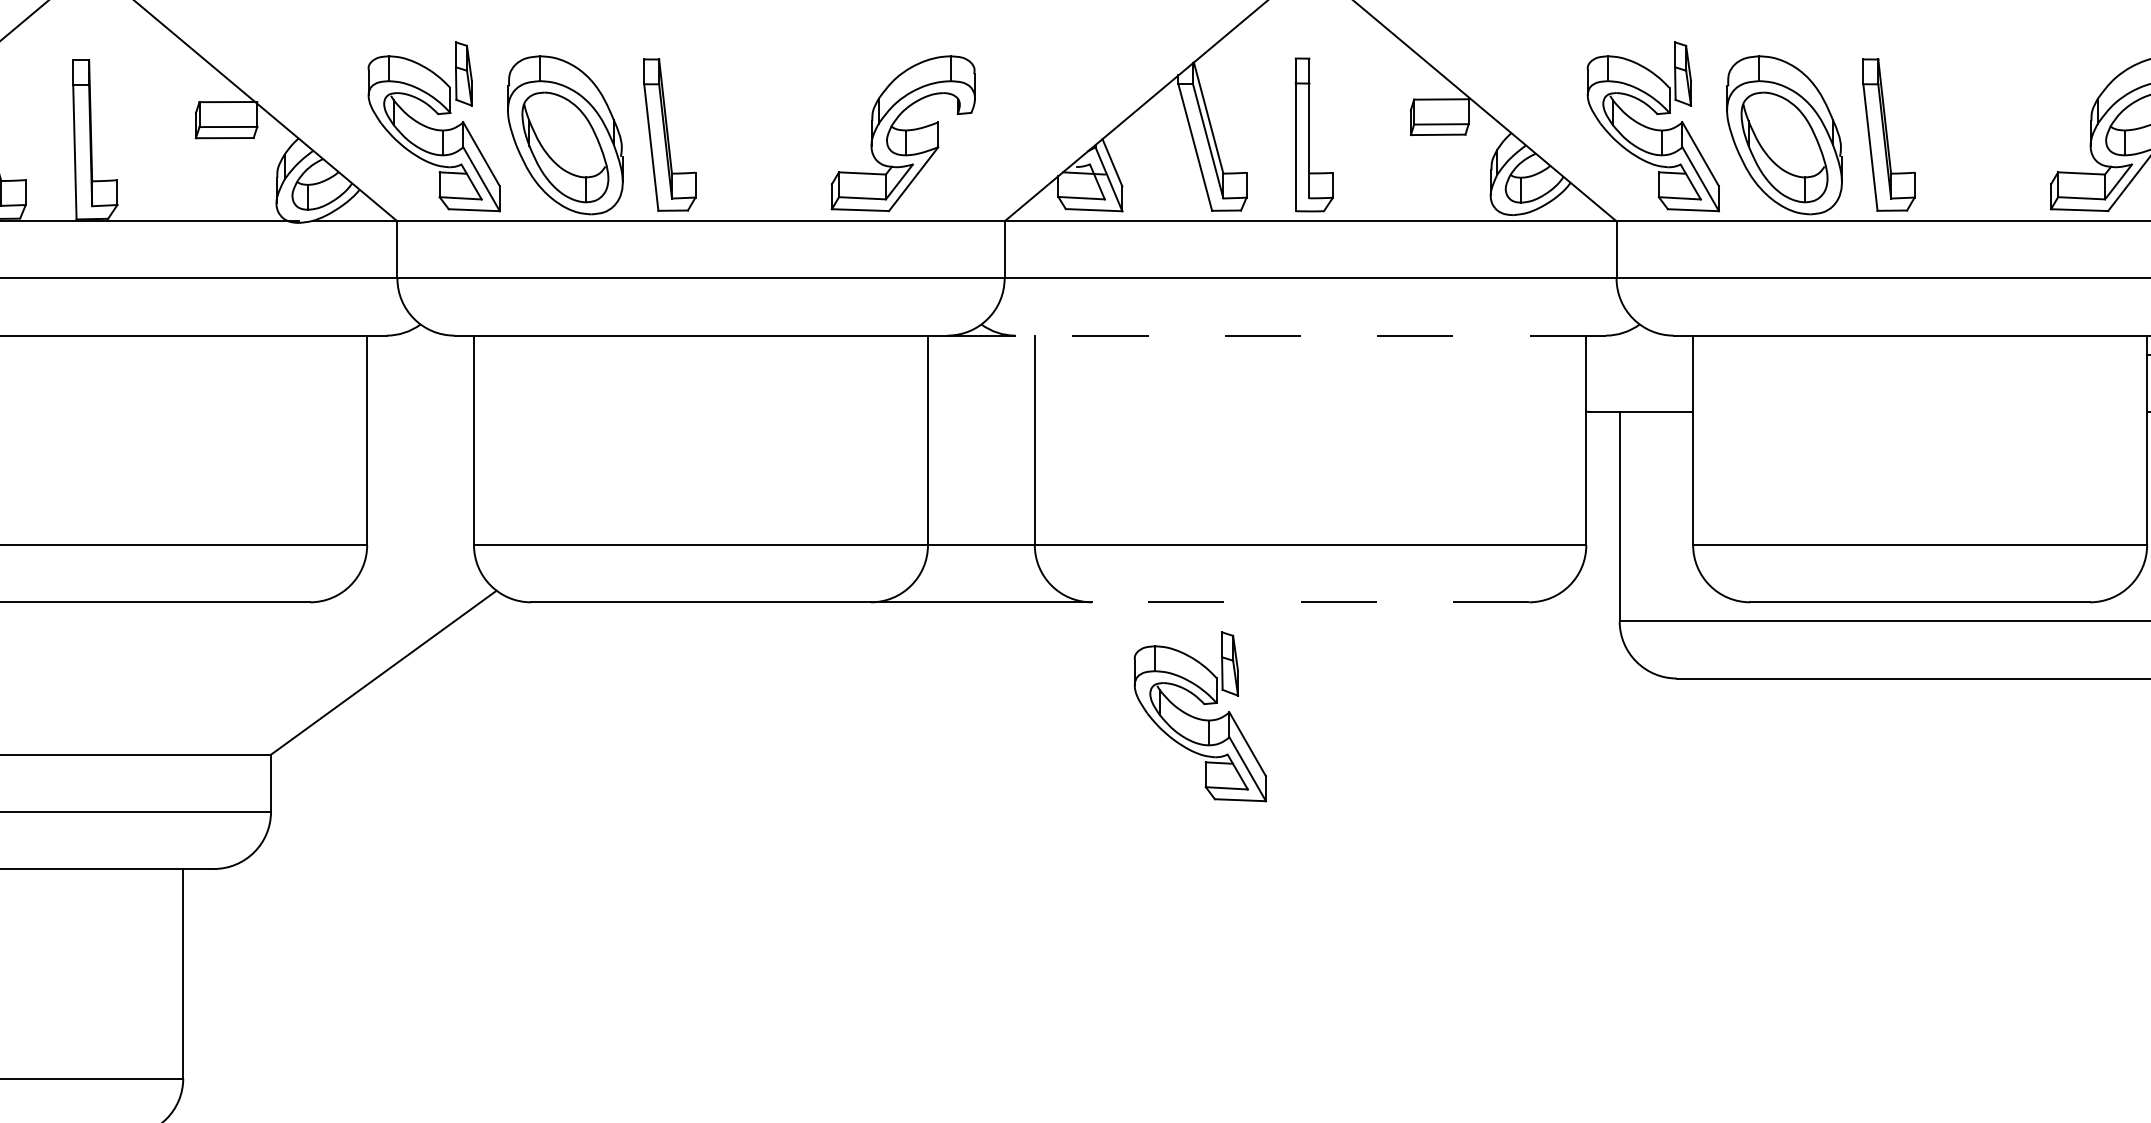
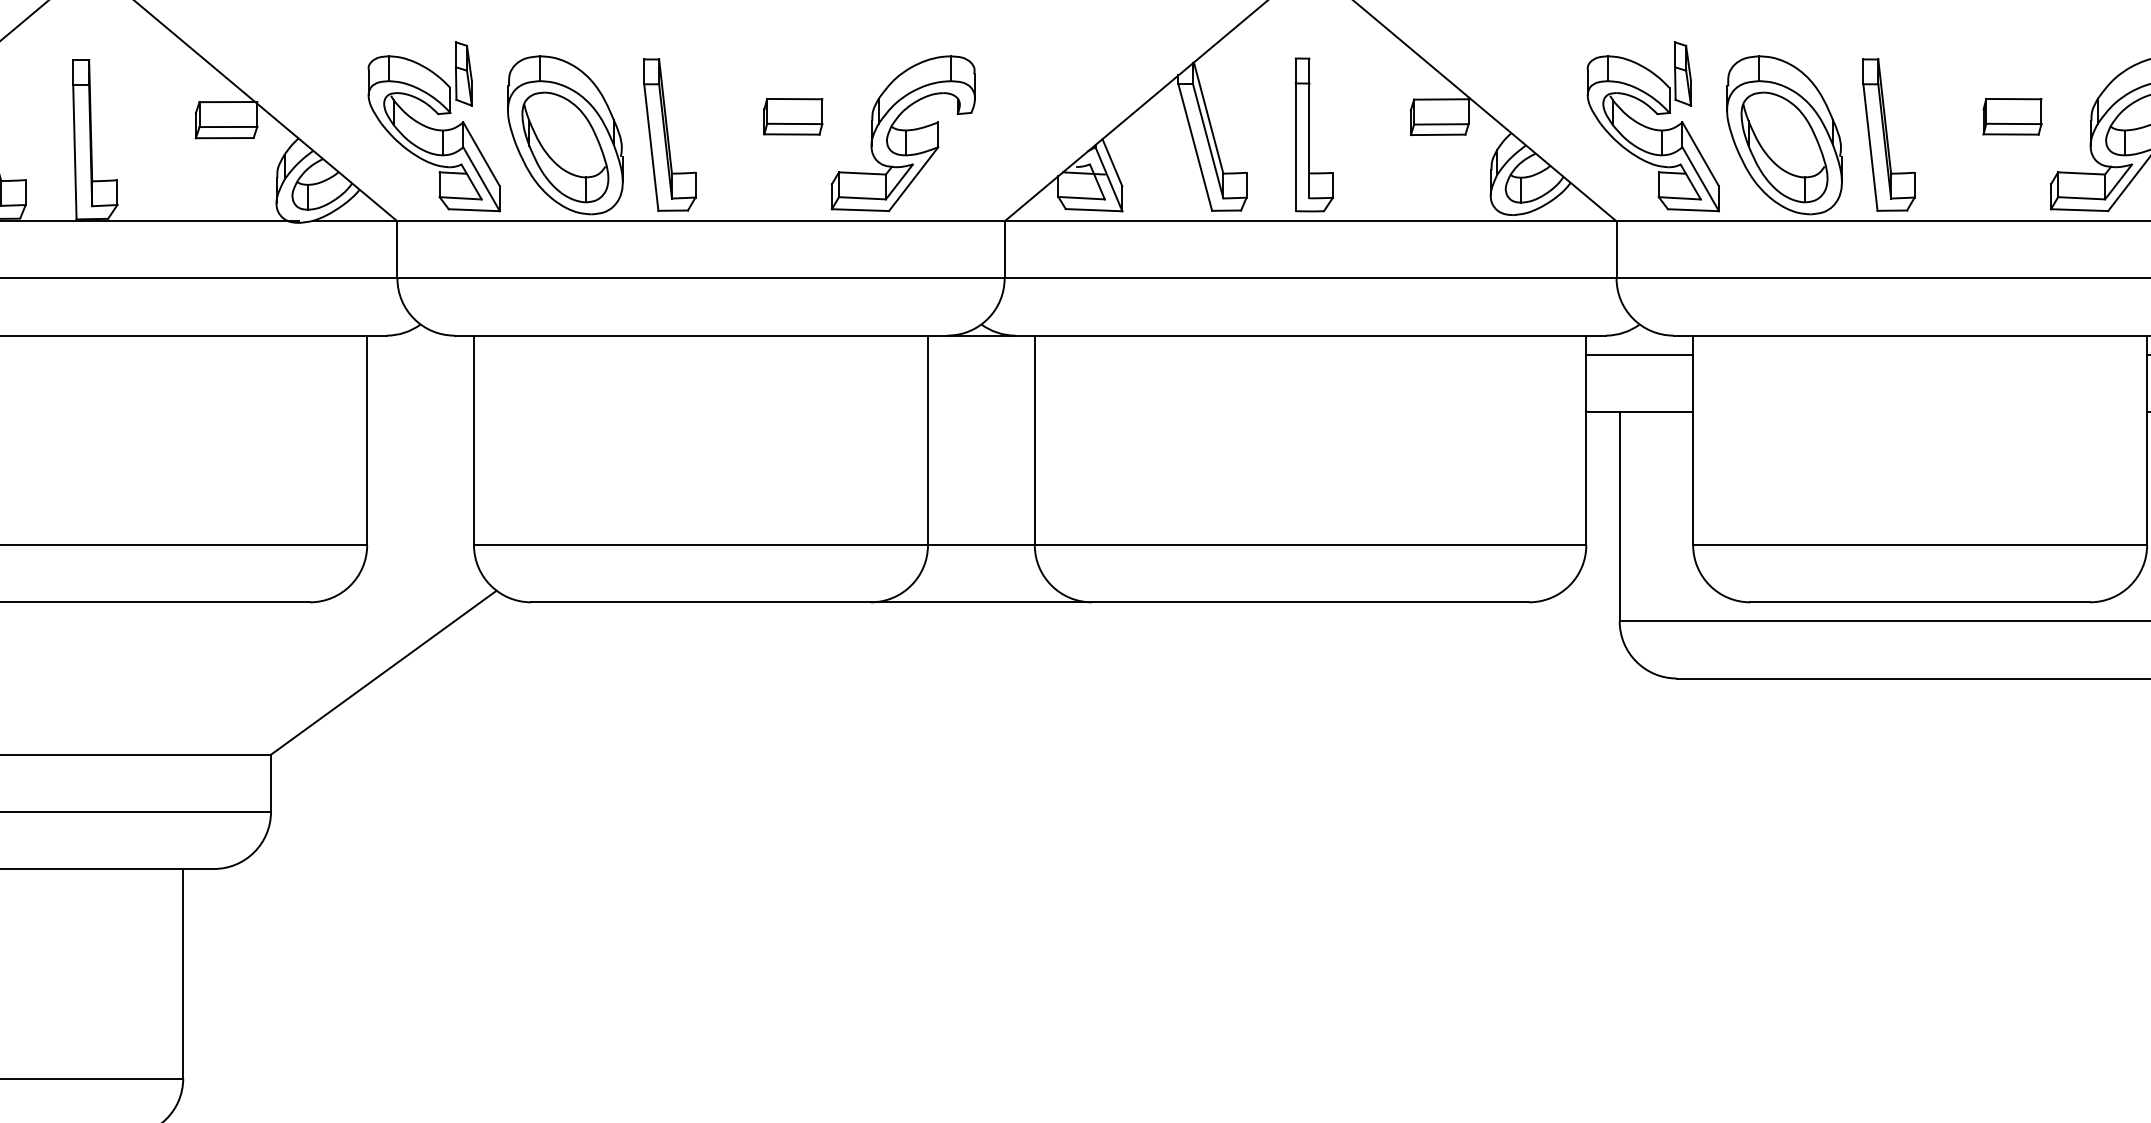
part at (793, 116): none -> present
part at (2012, 116): none -> present
line at (1310, 335): dashed -> solid
line at (1639, 354): none -> present
line at (1310, 602): dashed -> solid
part at (1199, 716): present -> none
